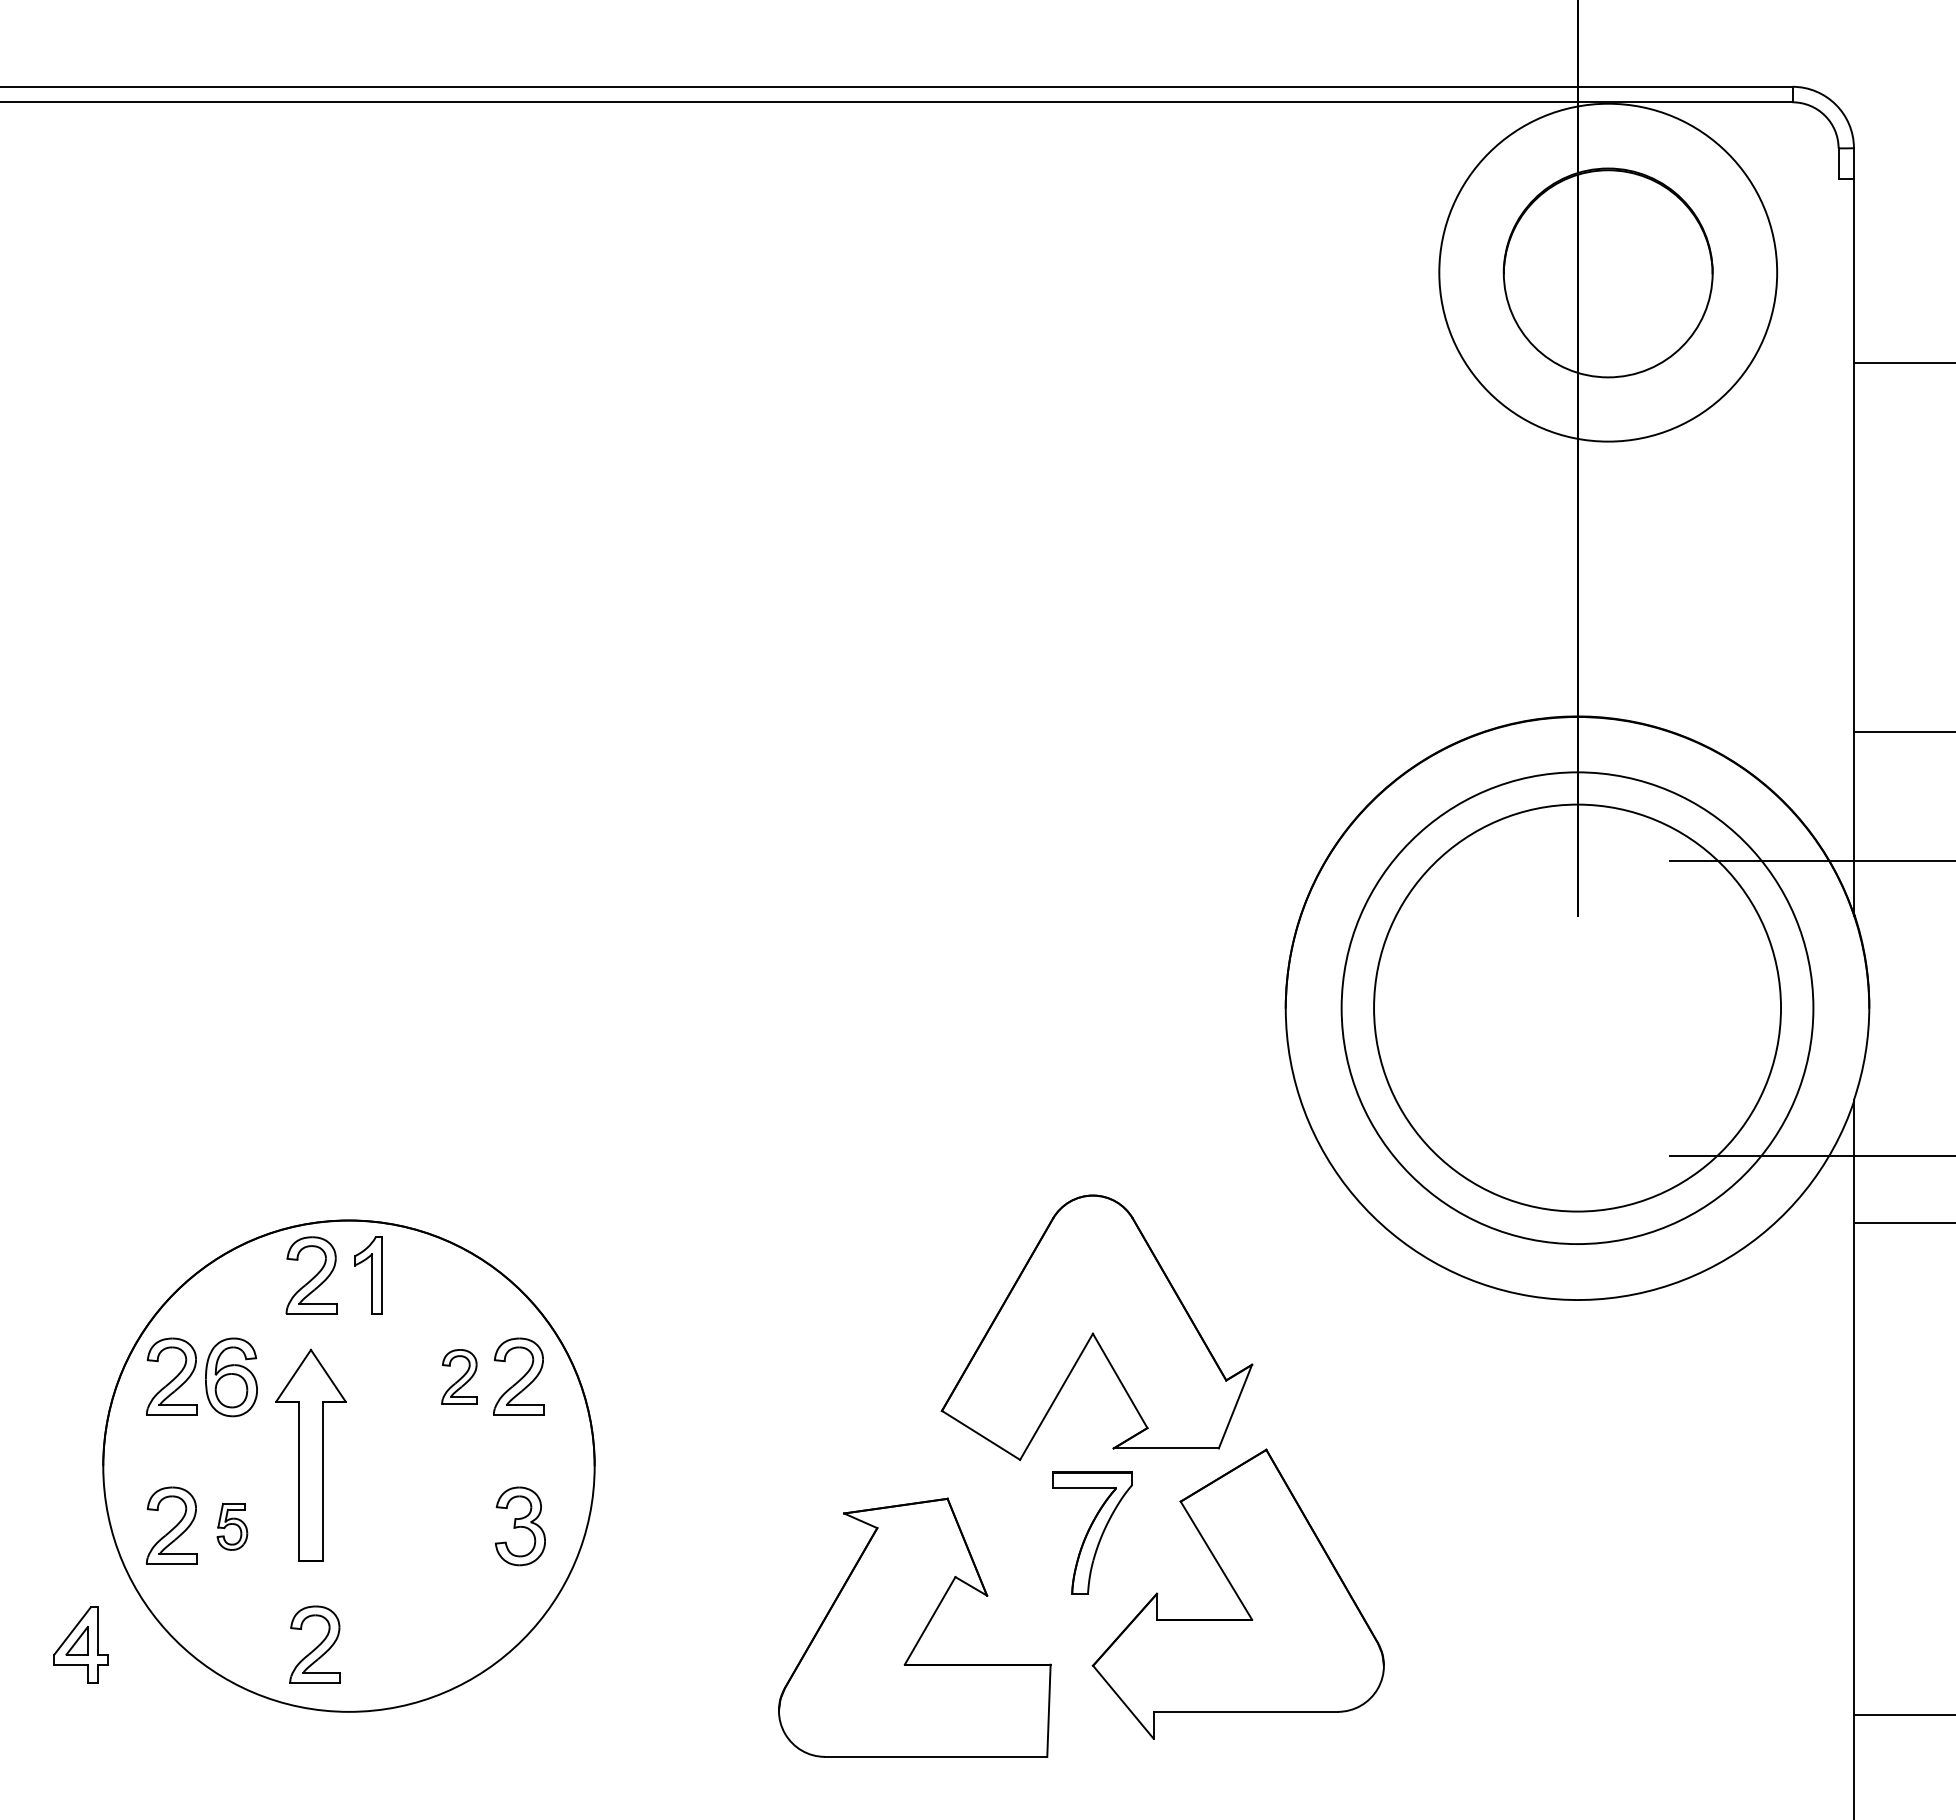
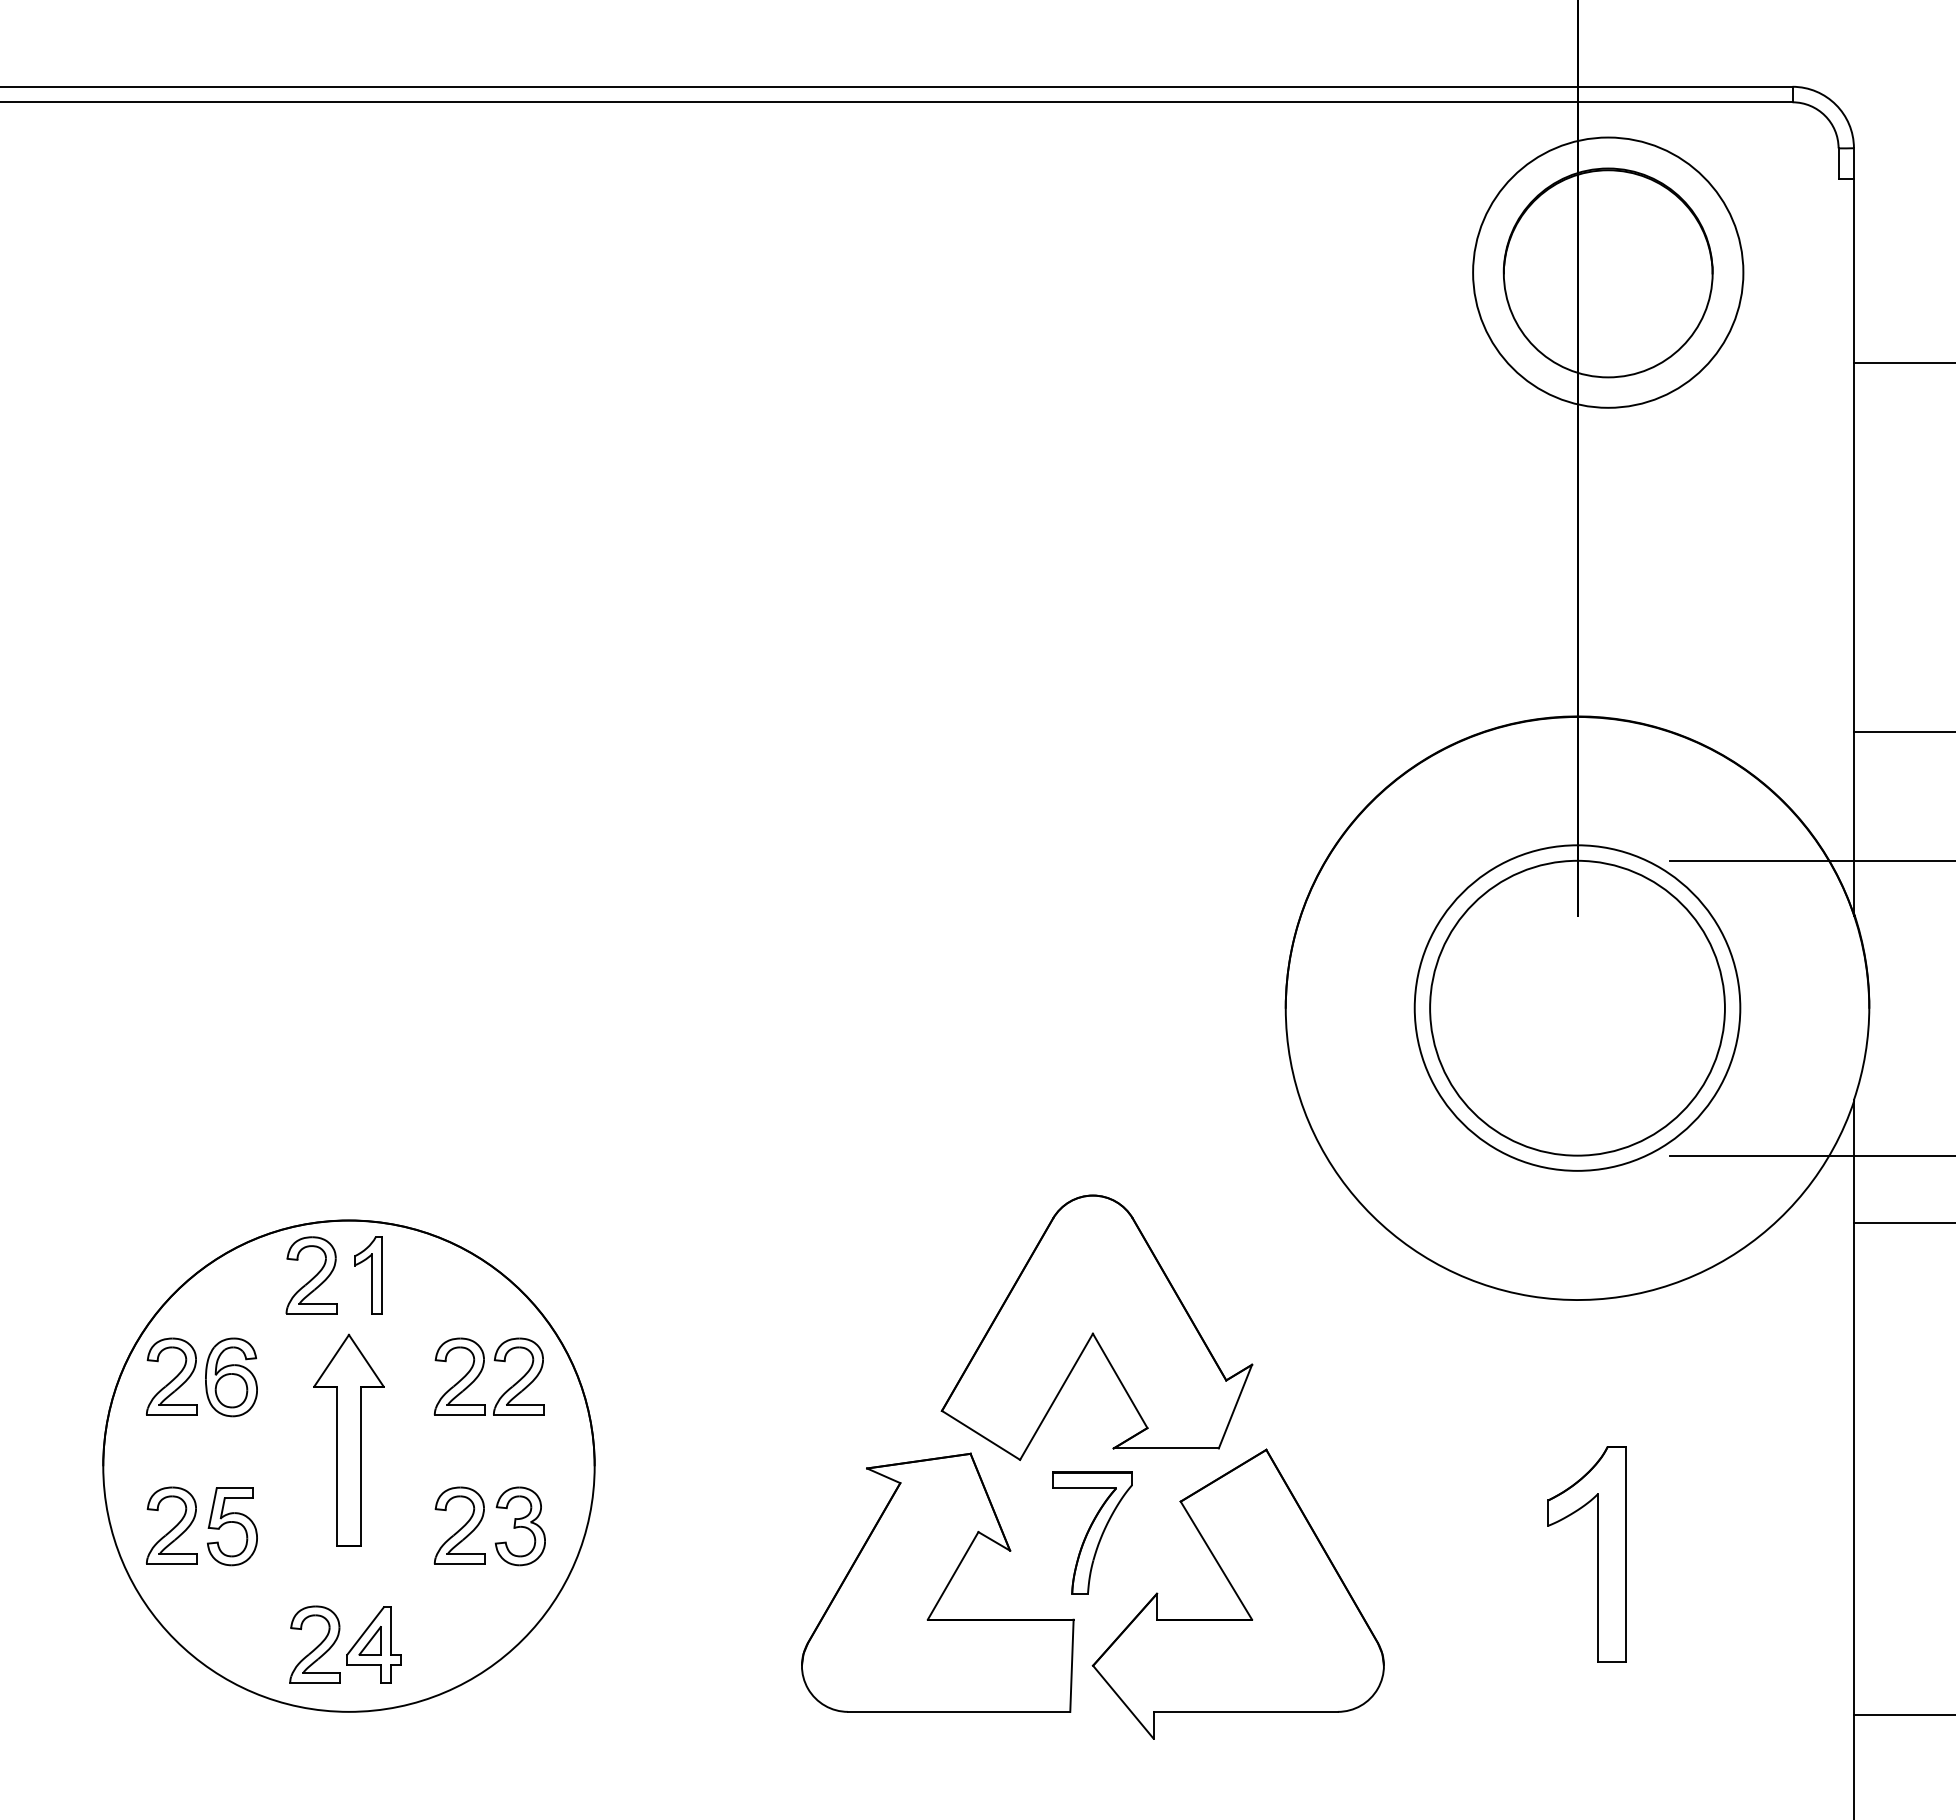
circle at (1608, 272) diameter: 338 px -> 270 px
circle at (1577, 1007) diameter: 407 px -> 326 px
circle at (1577, 1008) diameter: 472 px -> 295 px
part at (459, 1376) size: 37x56 px -> 53x79 px
part at (310, 1454) position: (310, 1454) -> (348, 1439)
part at (459, 1525): none -> present
part at (232, 1526) size: 33x49 px -> 51x80 px
part at (1597, 1554): none -> present
part at (914, 1627) position: (914, 1627) -> (937, 1582)
part at (80, 1644) position: (80, 1644) -> (373, 1644)
